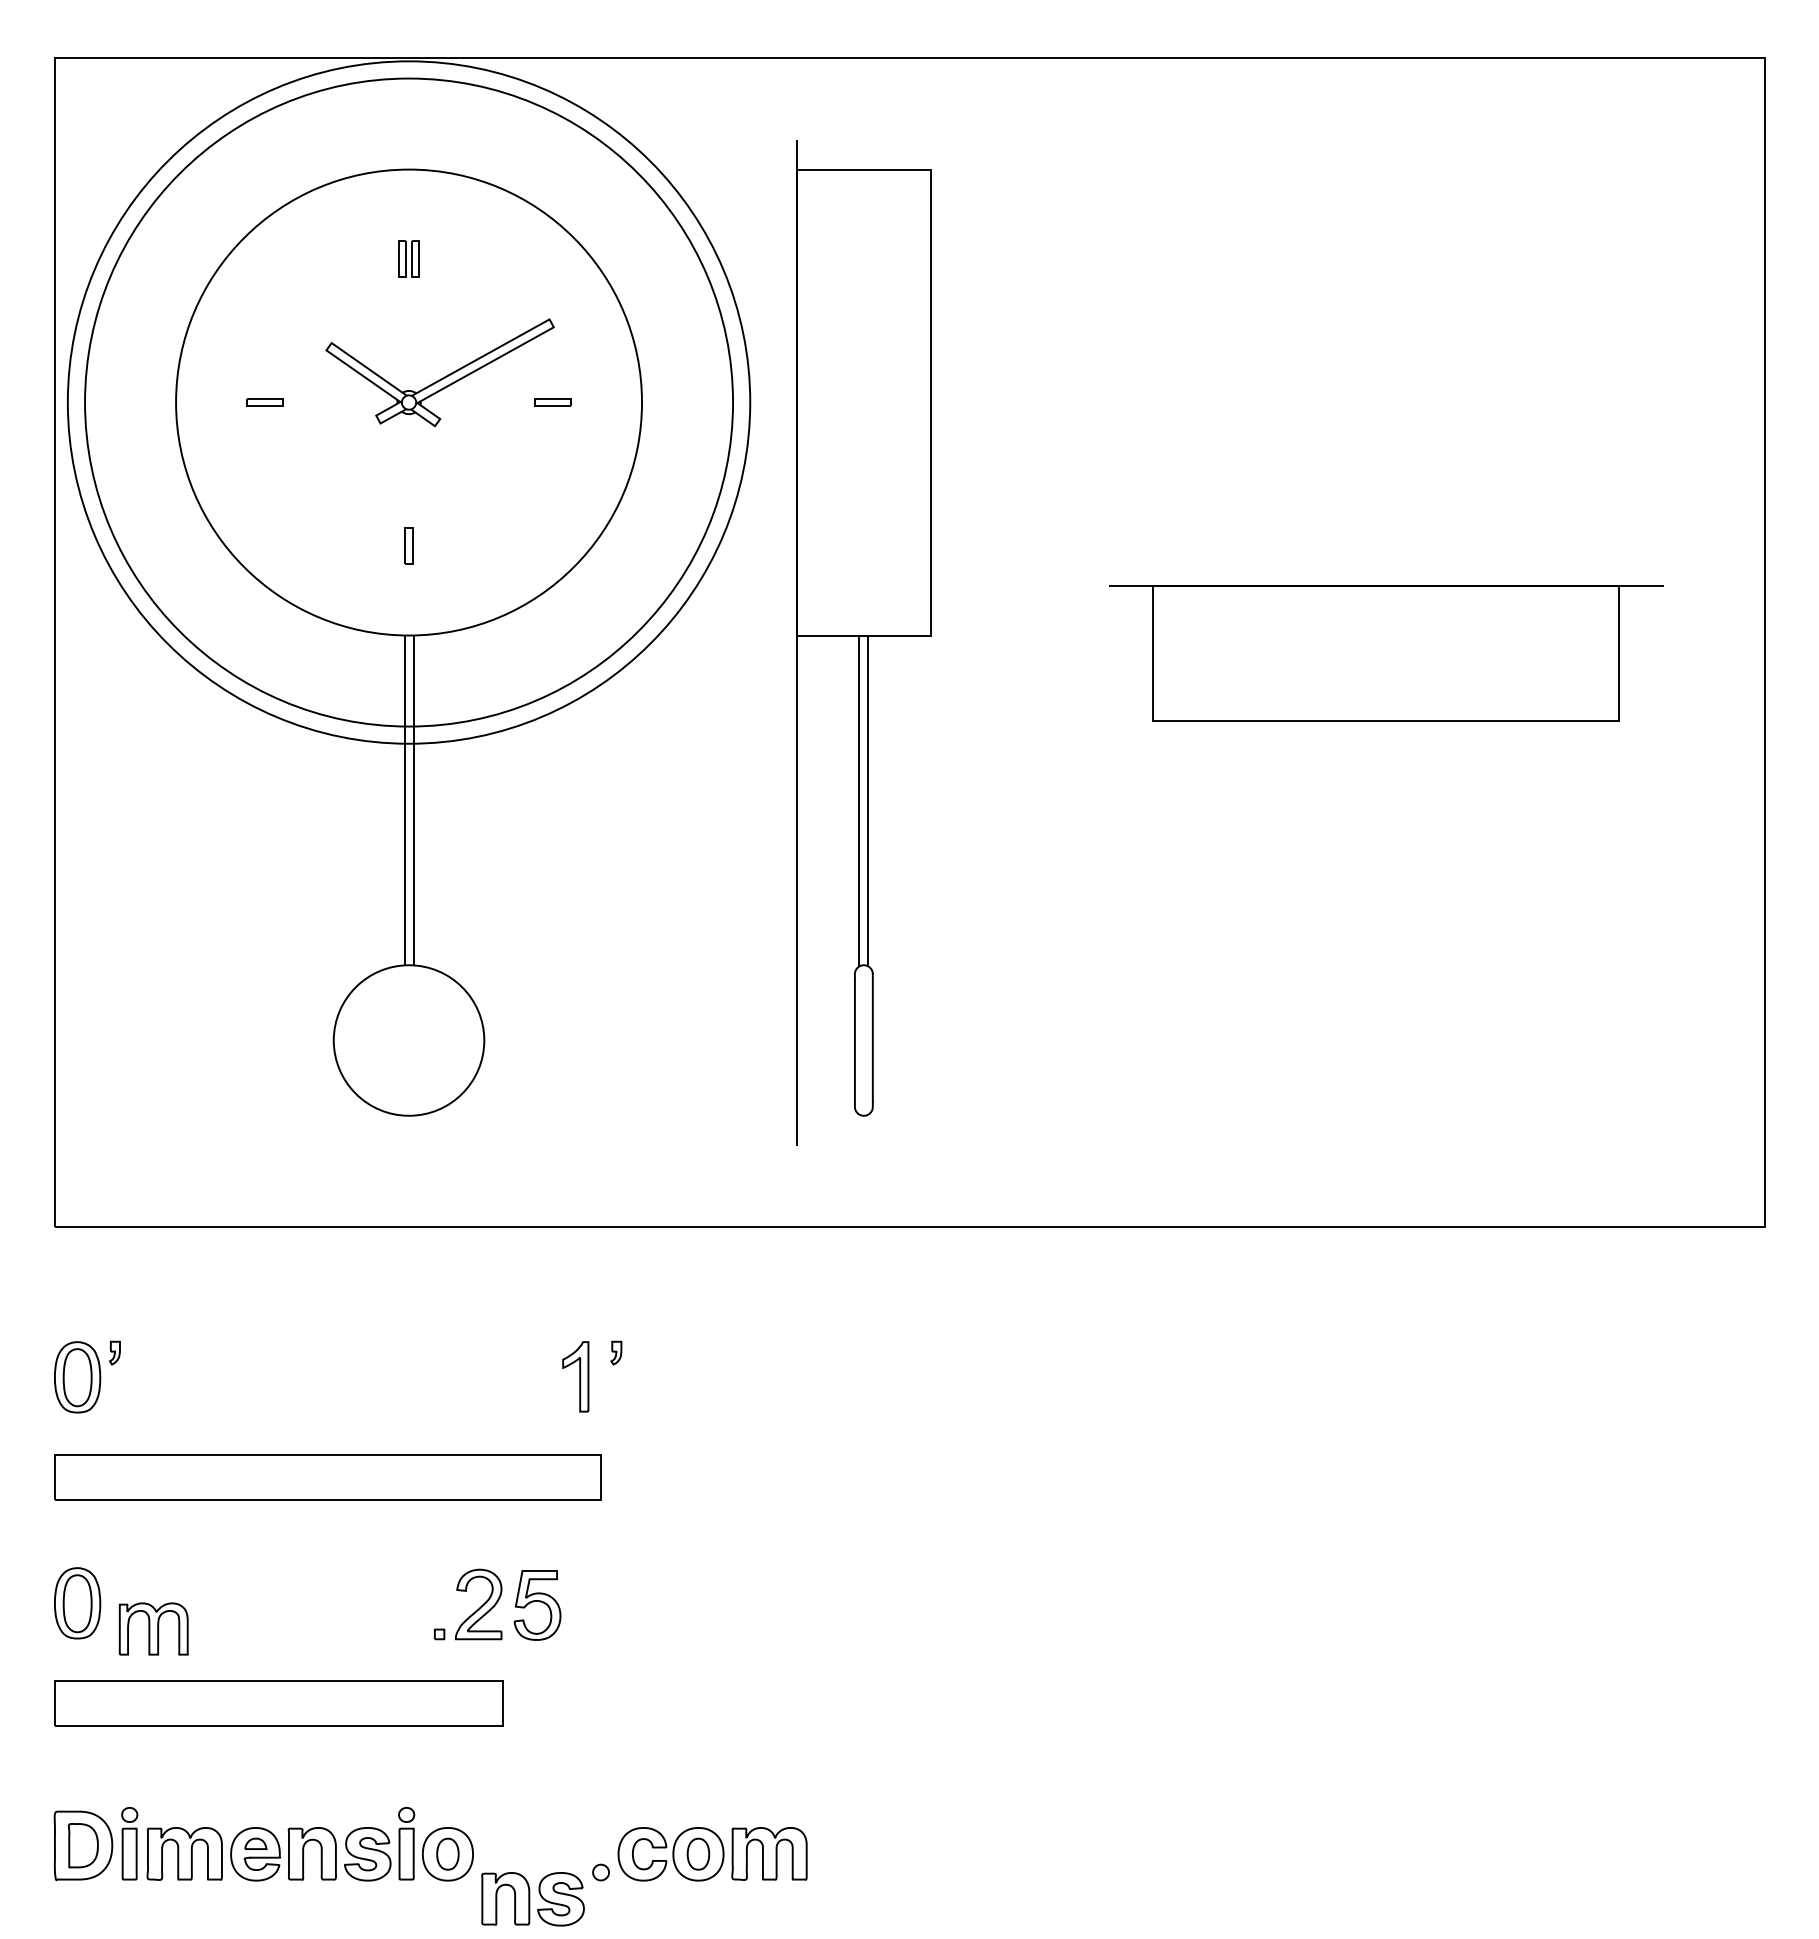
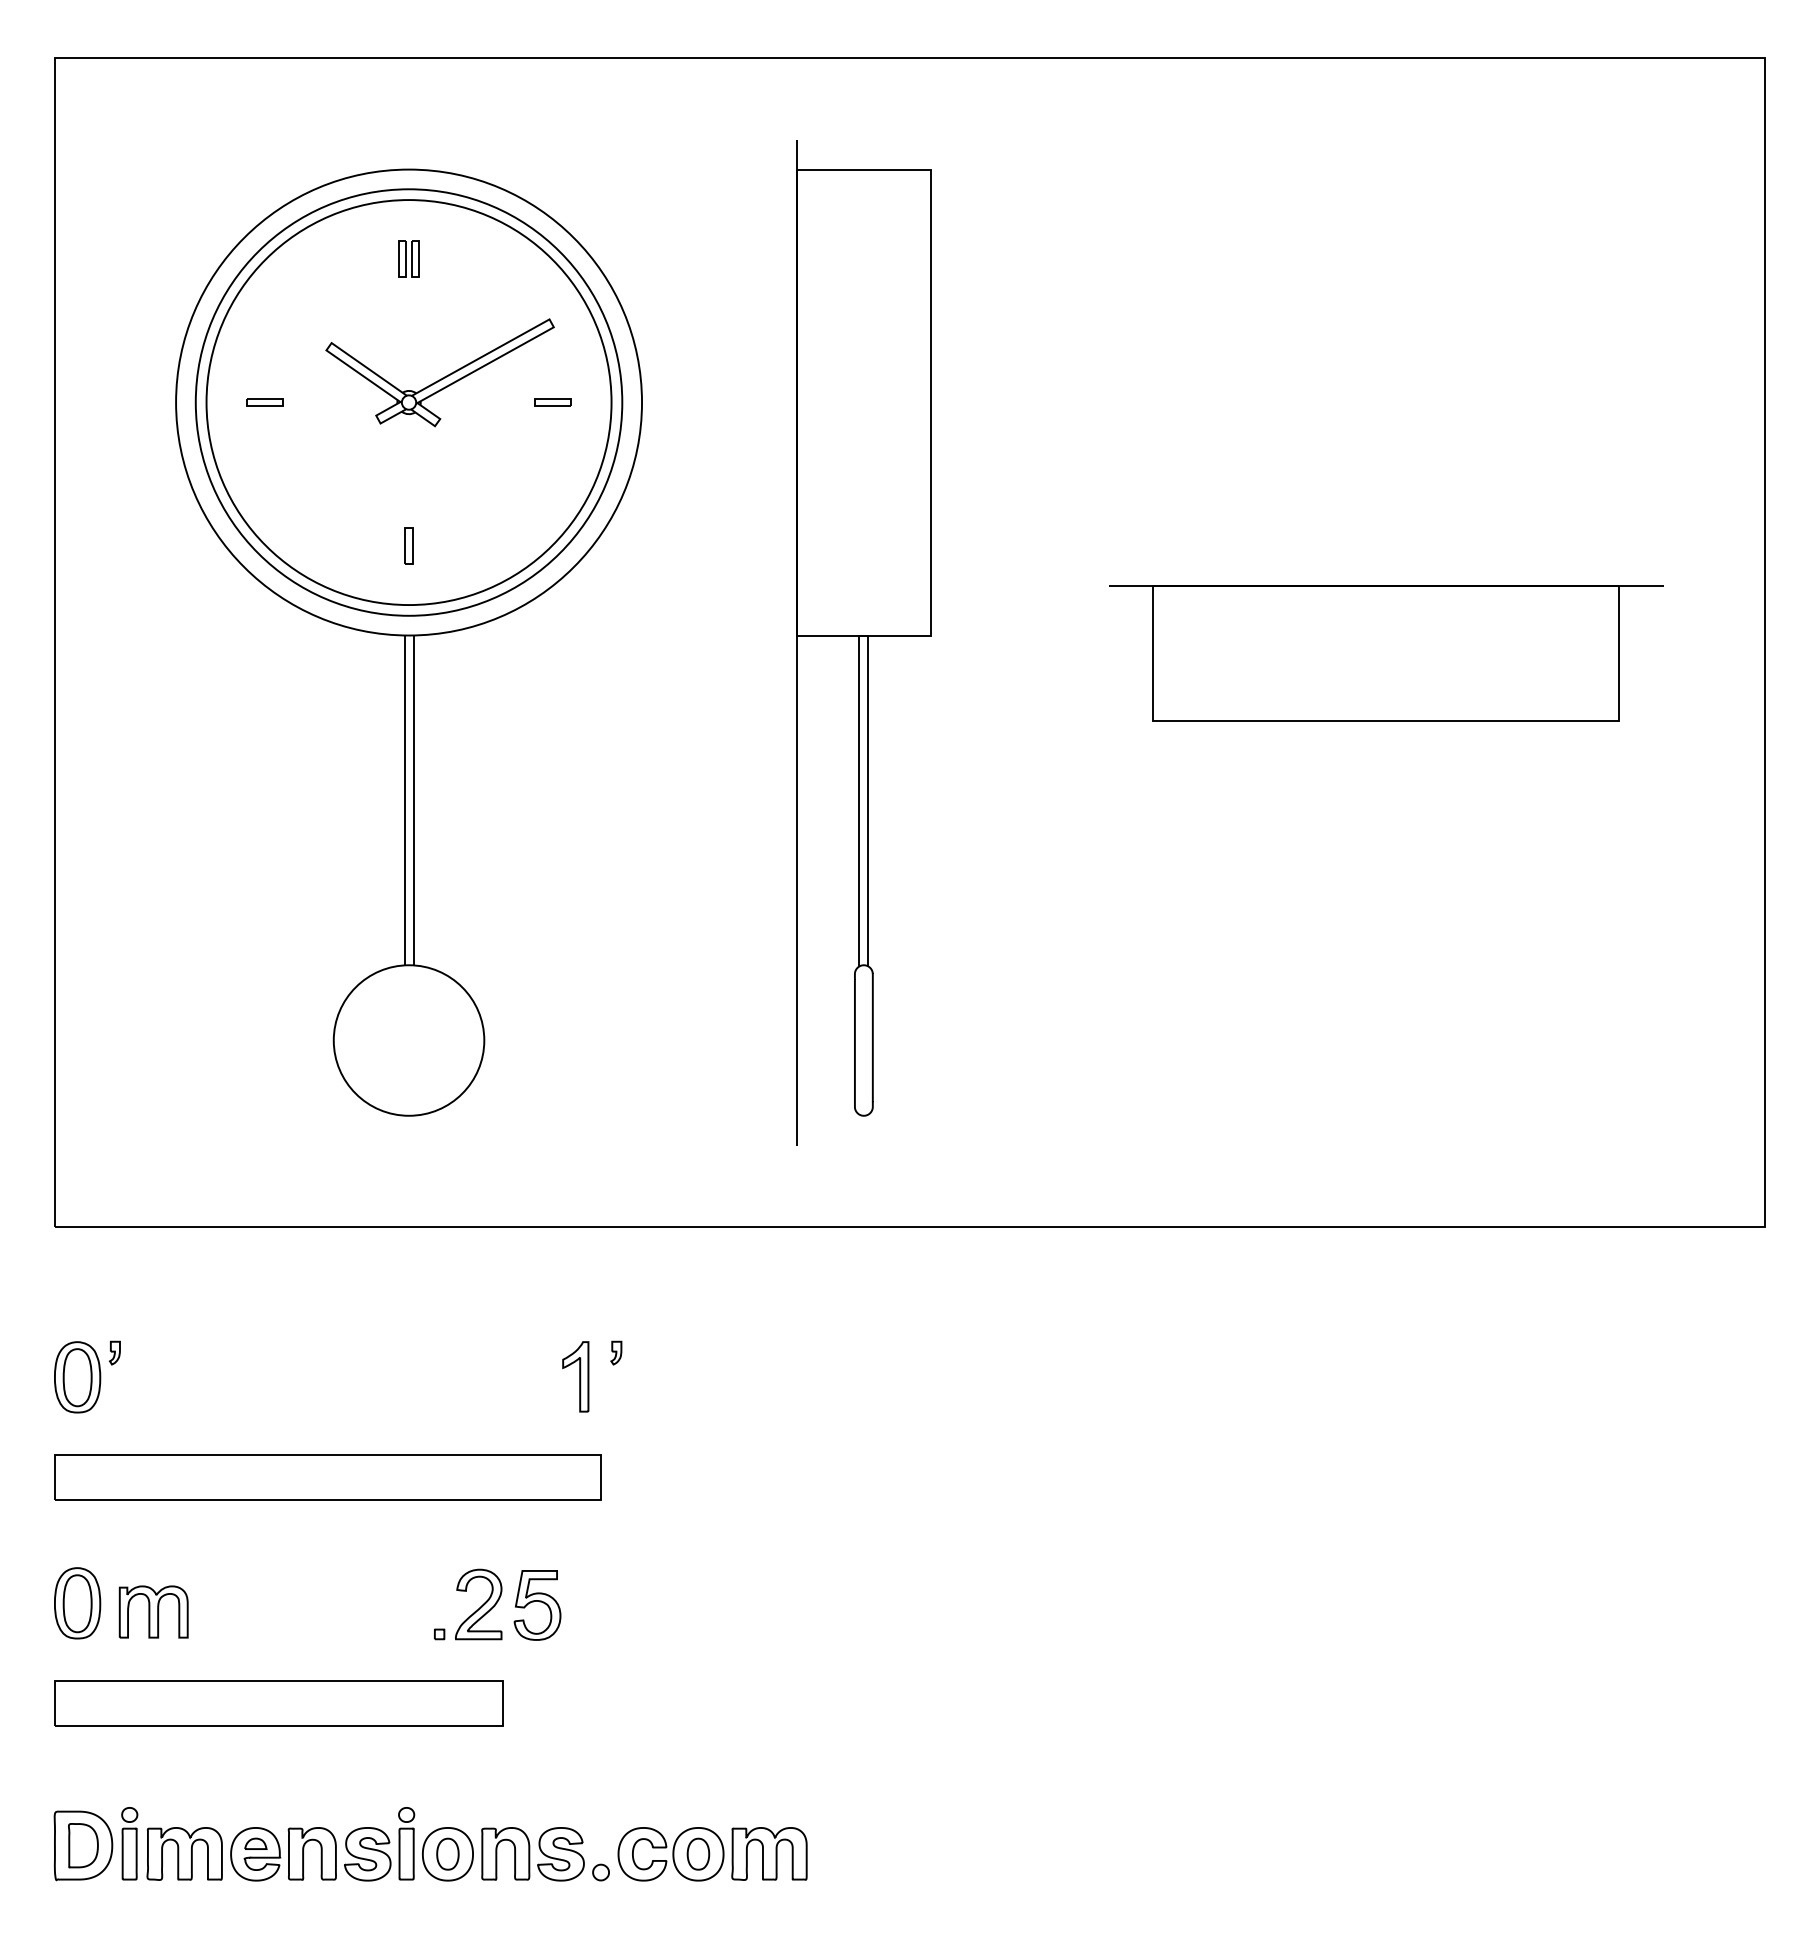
circle at (408, 402) diameter: 682 px -> 427 px
circle at (409, 402) diameter: 648 px -> 405 px
part at (153, 1628) position: (153, 1628) -> (153, 1611)
part at (532, 1899) position: (532, 1899) -> (532, 1854)
